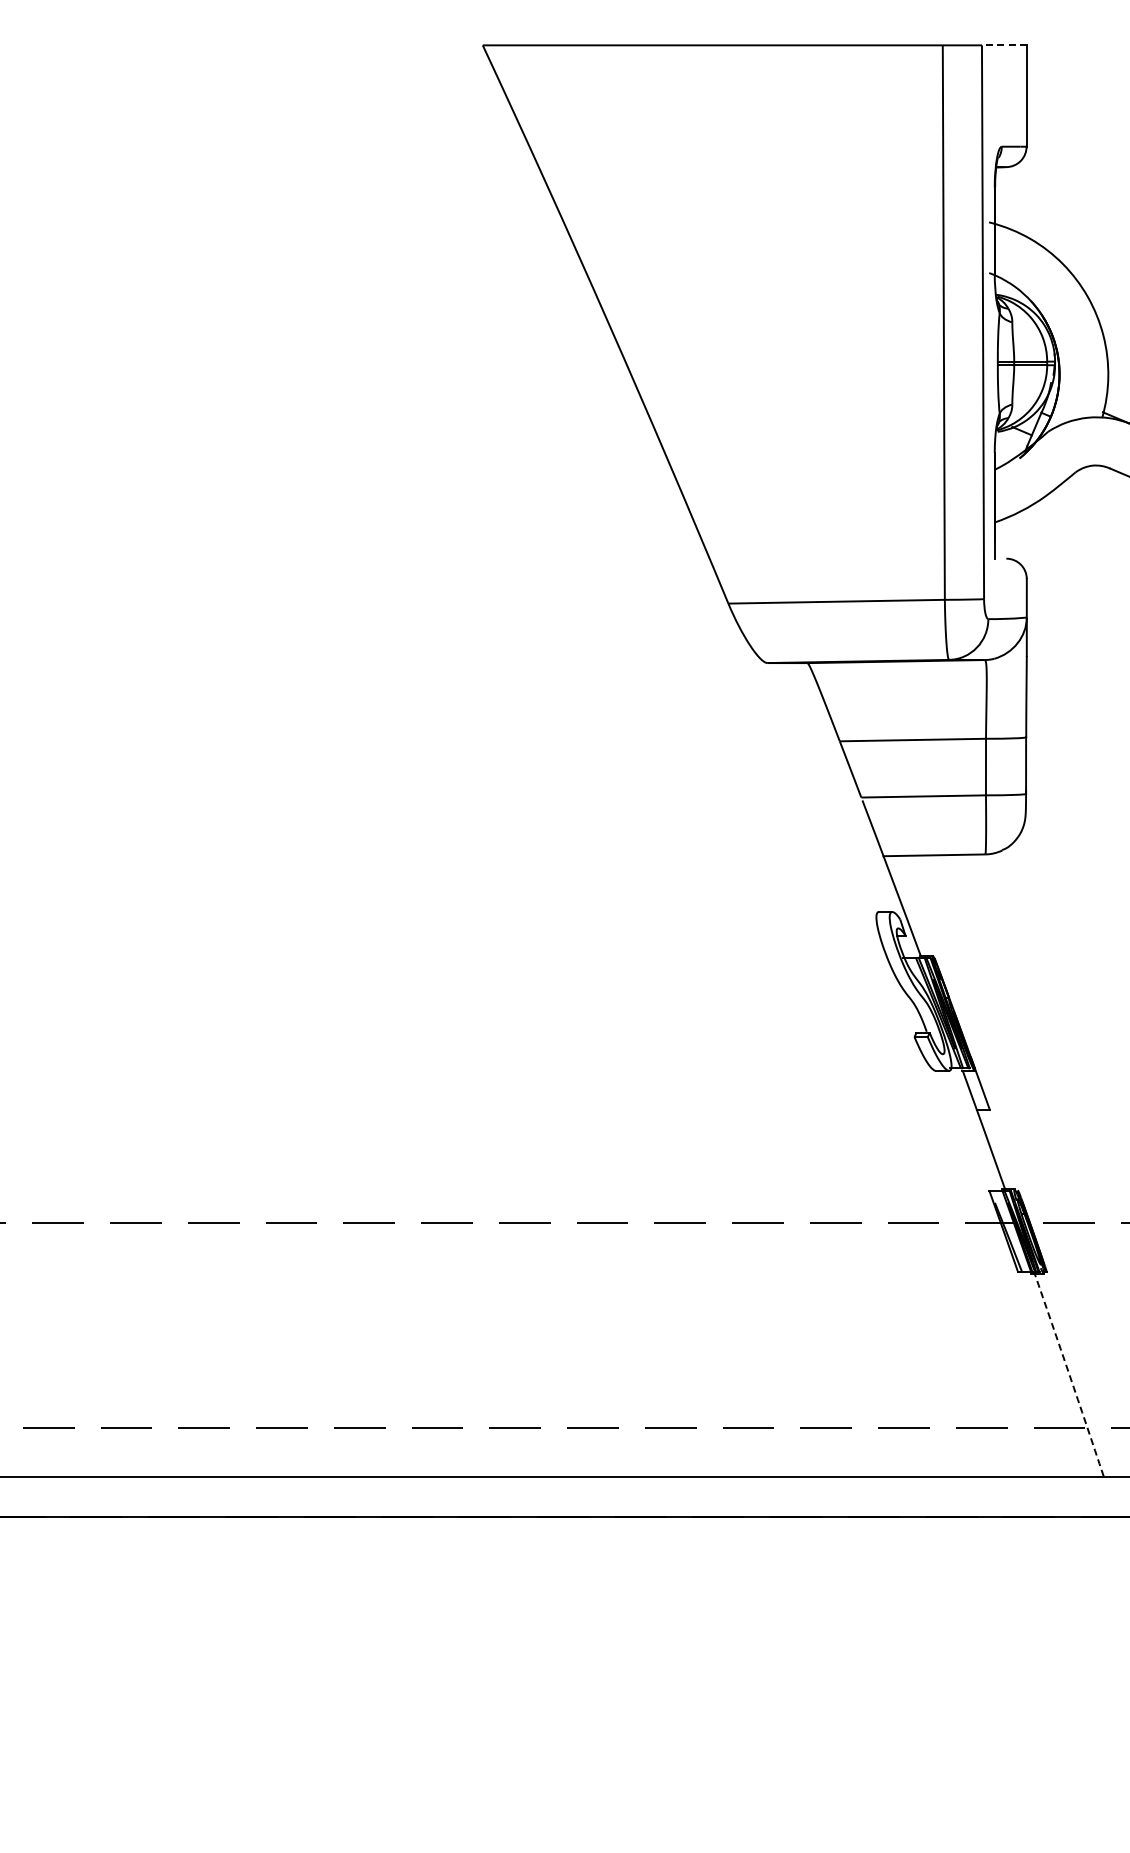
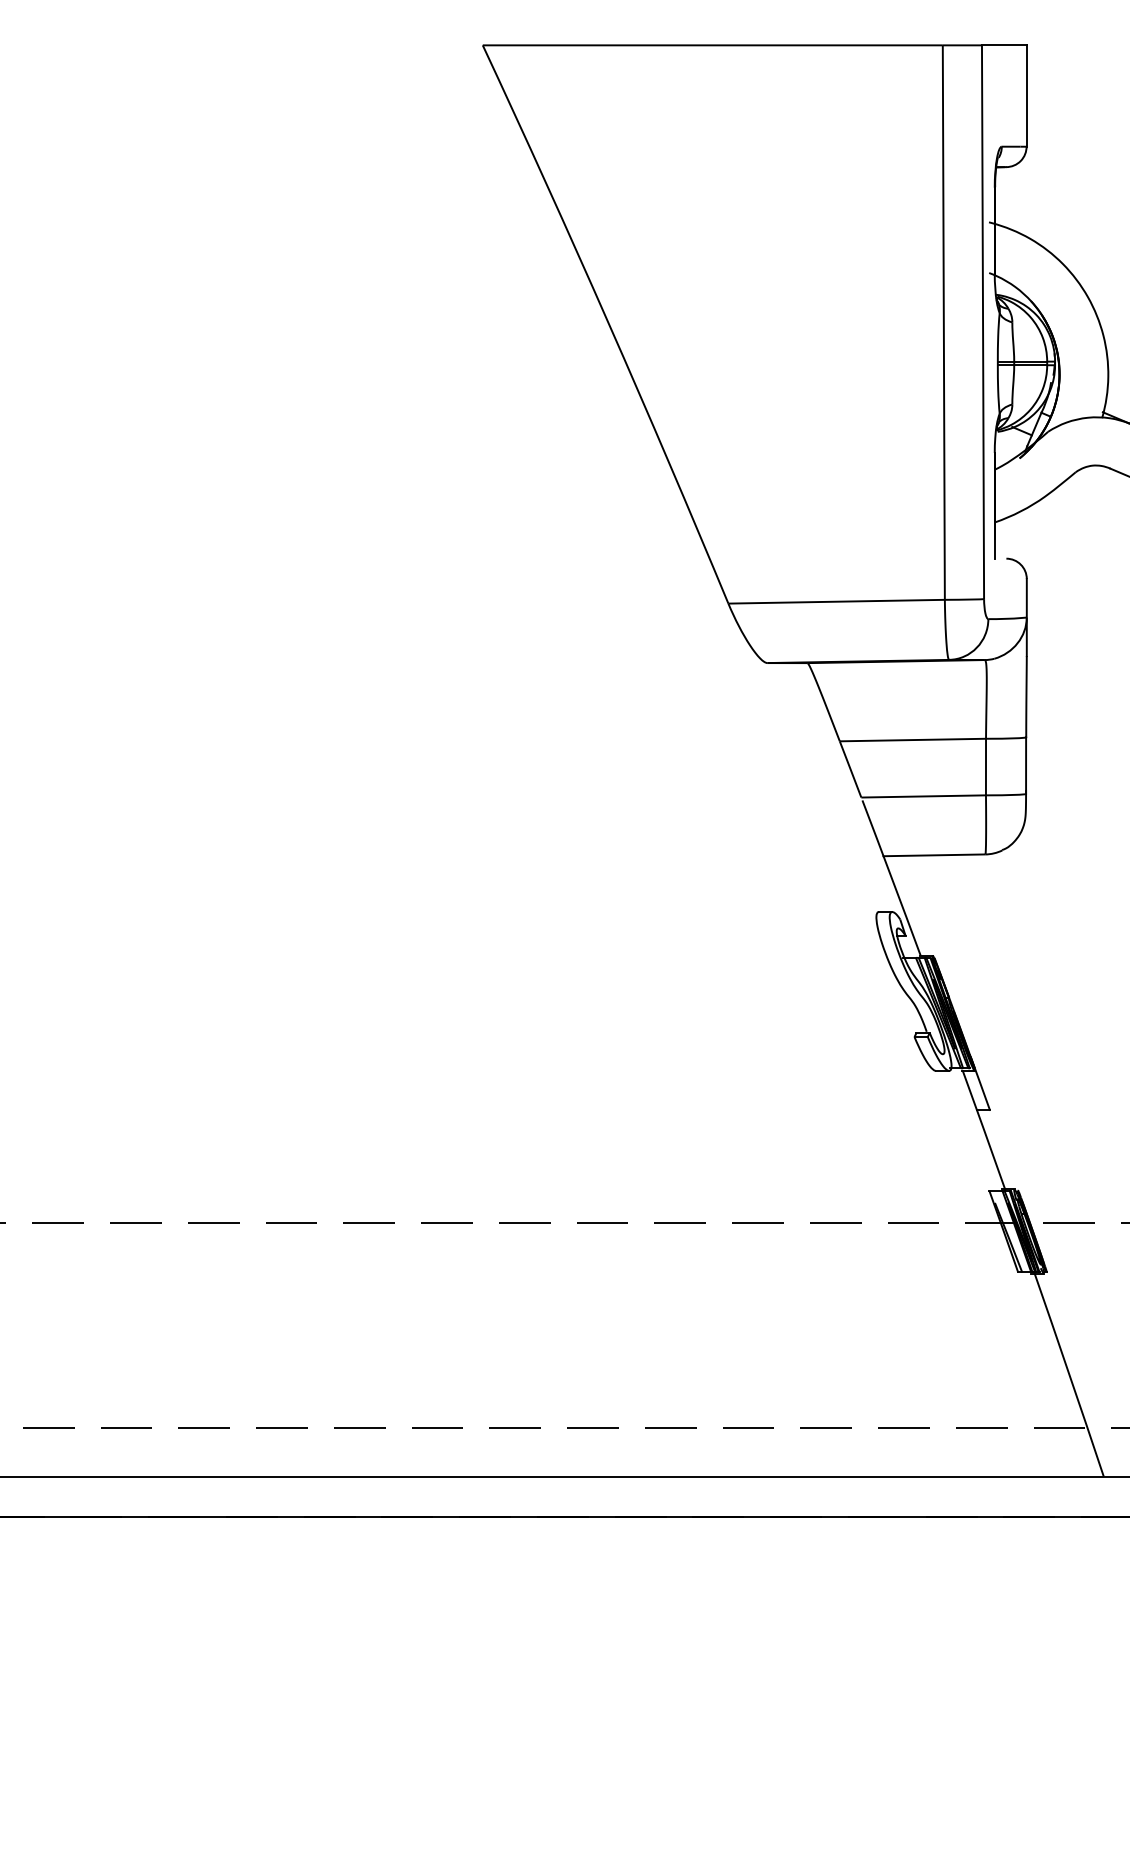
line at (1003, 45): dashed -> solid
arc at (1069, 1374): dashed -> solid
